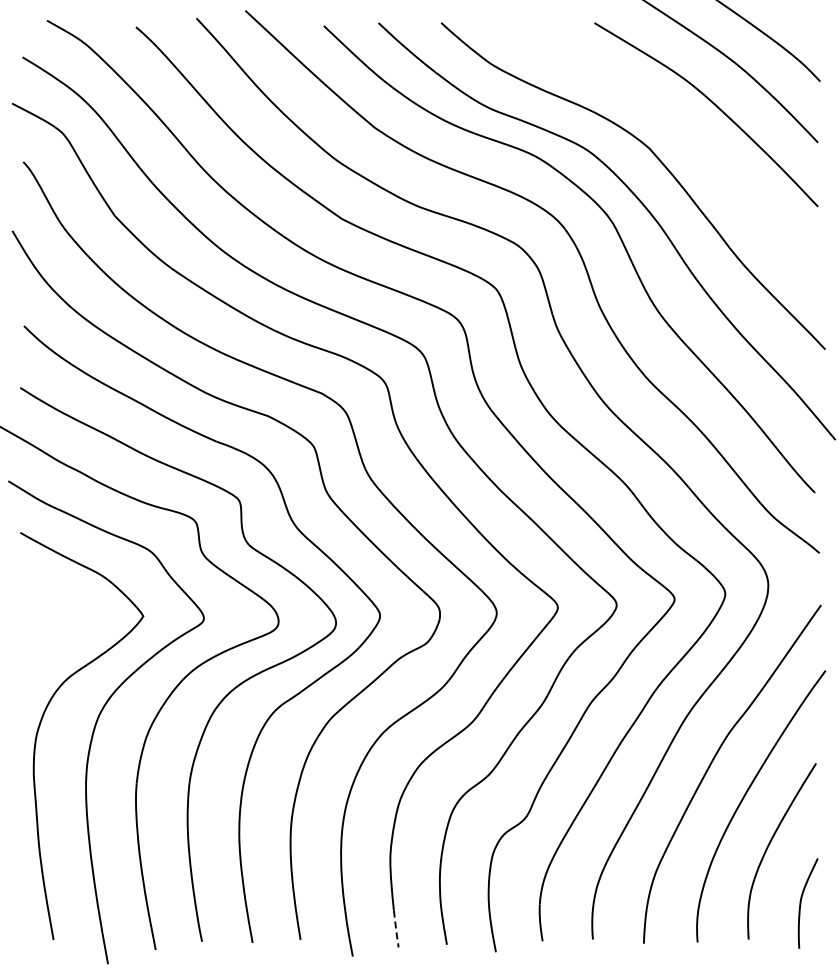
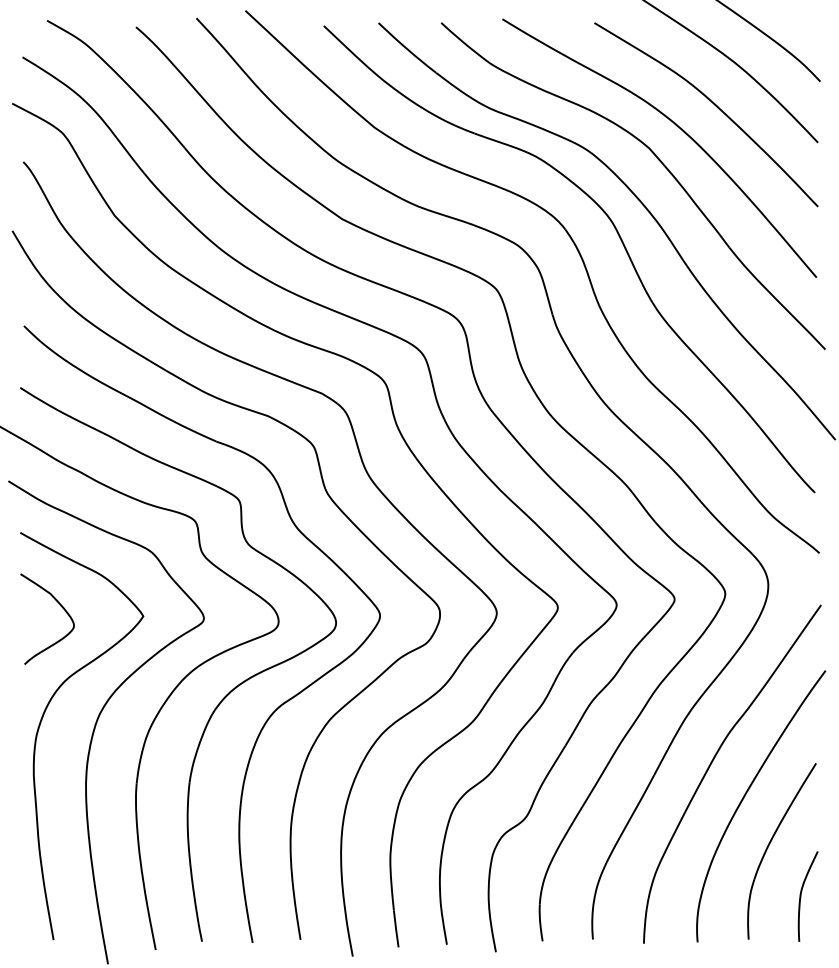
curve at (677, 127): none -> present
curve at (59, 605): none -> present
curve at (801, 903) position: (801, 903) -> (801, 896)
line at (396, 929): dashed -> solid
